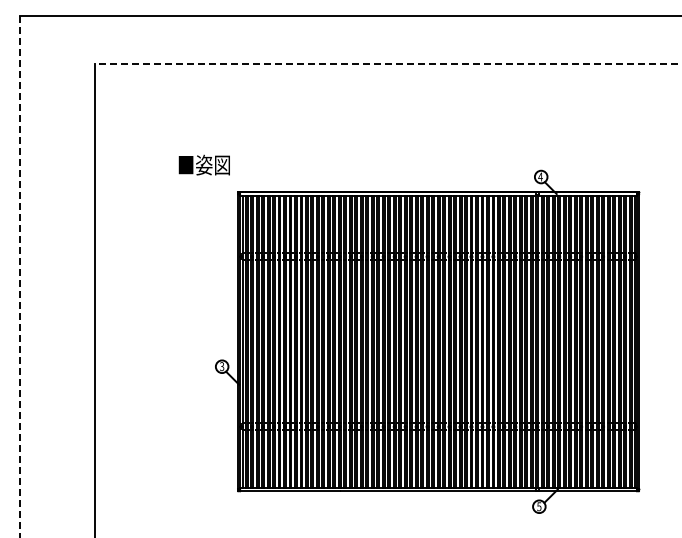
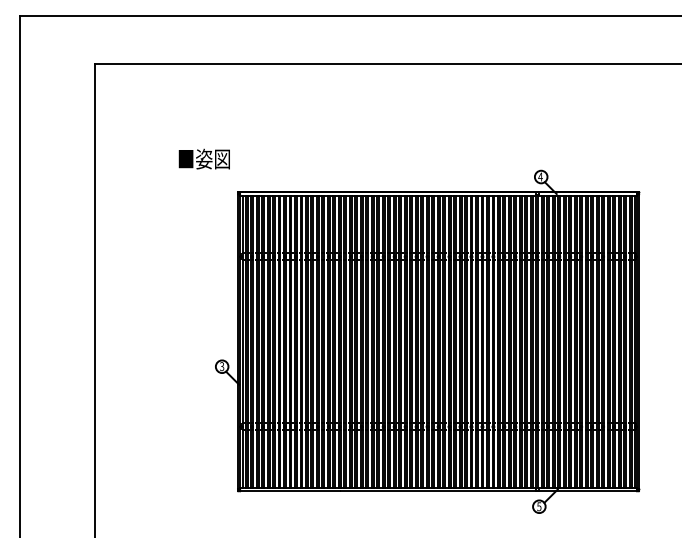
line at (387, 64): dashed -> solid
text at (203, 164) position: (203, 164) -> (203, 158)
line at (20, 277): dashed -> solid
